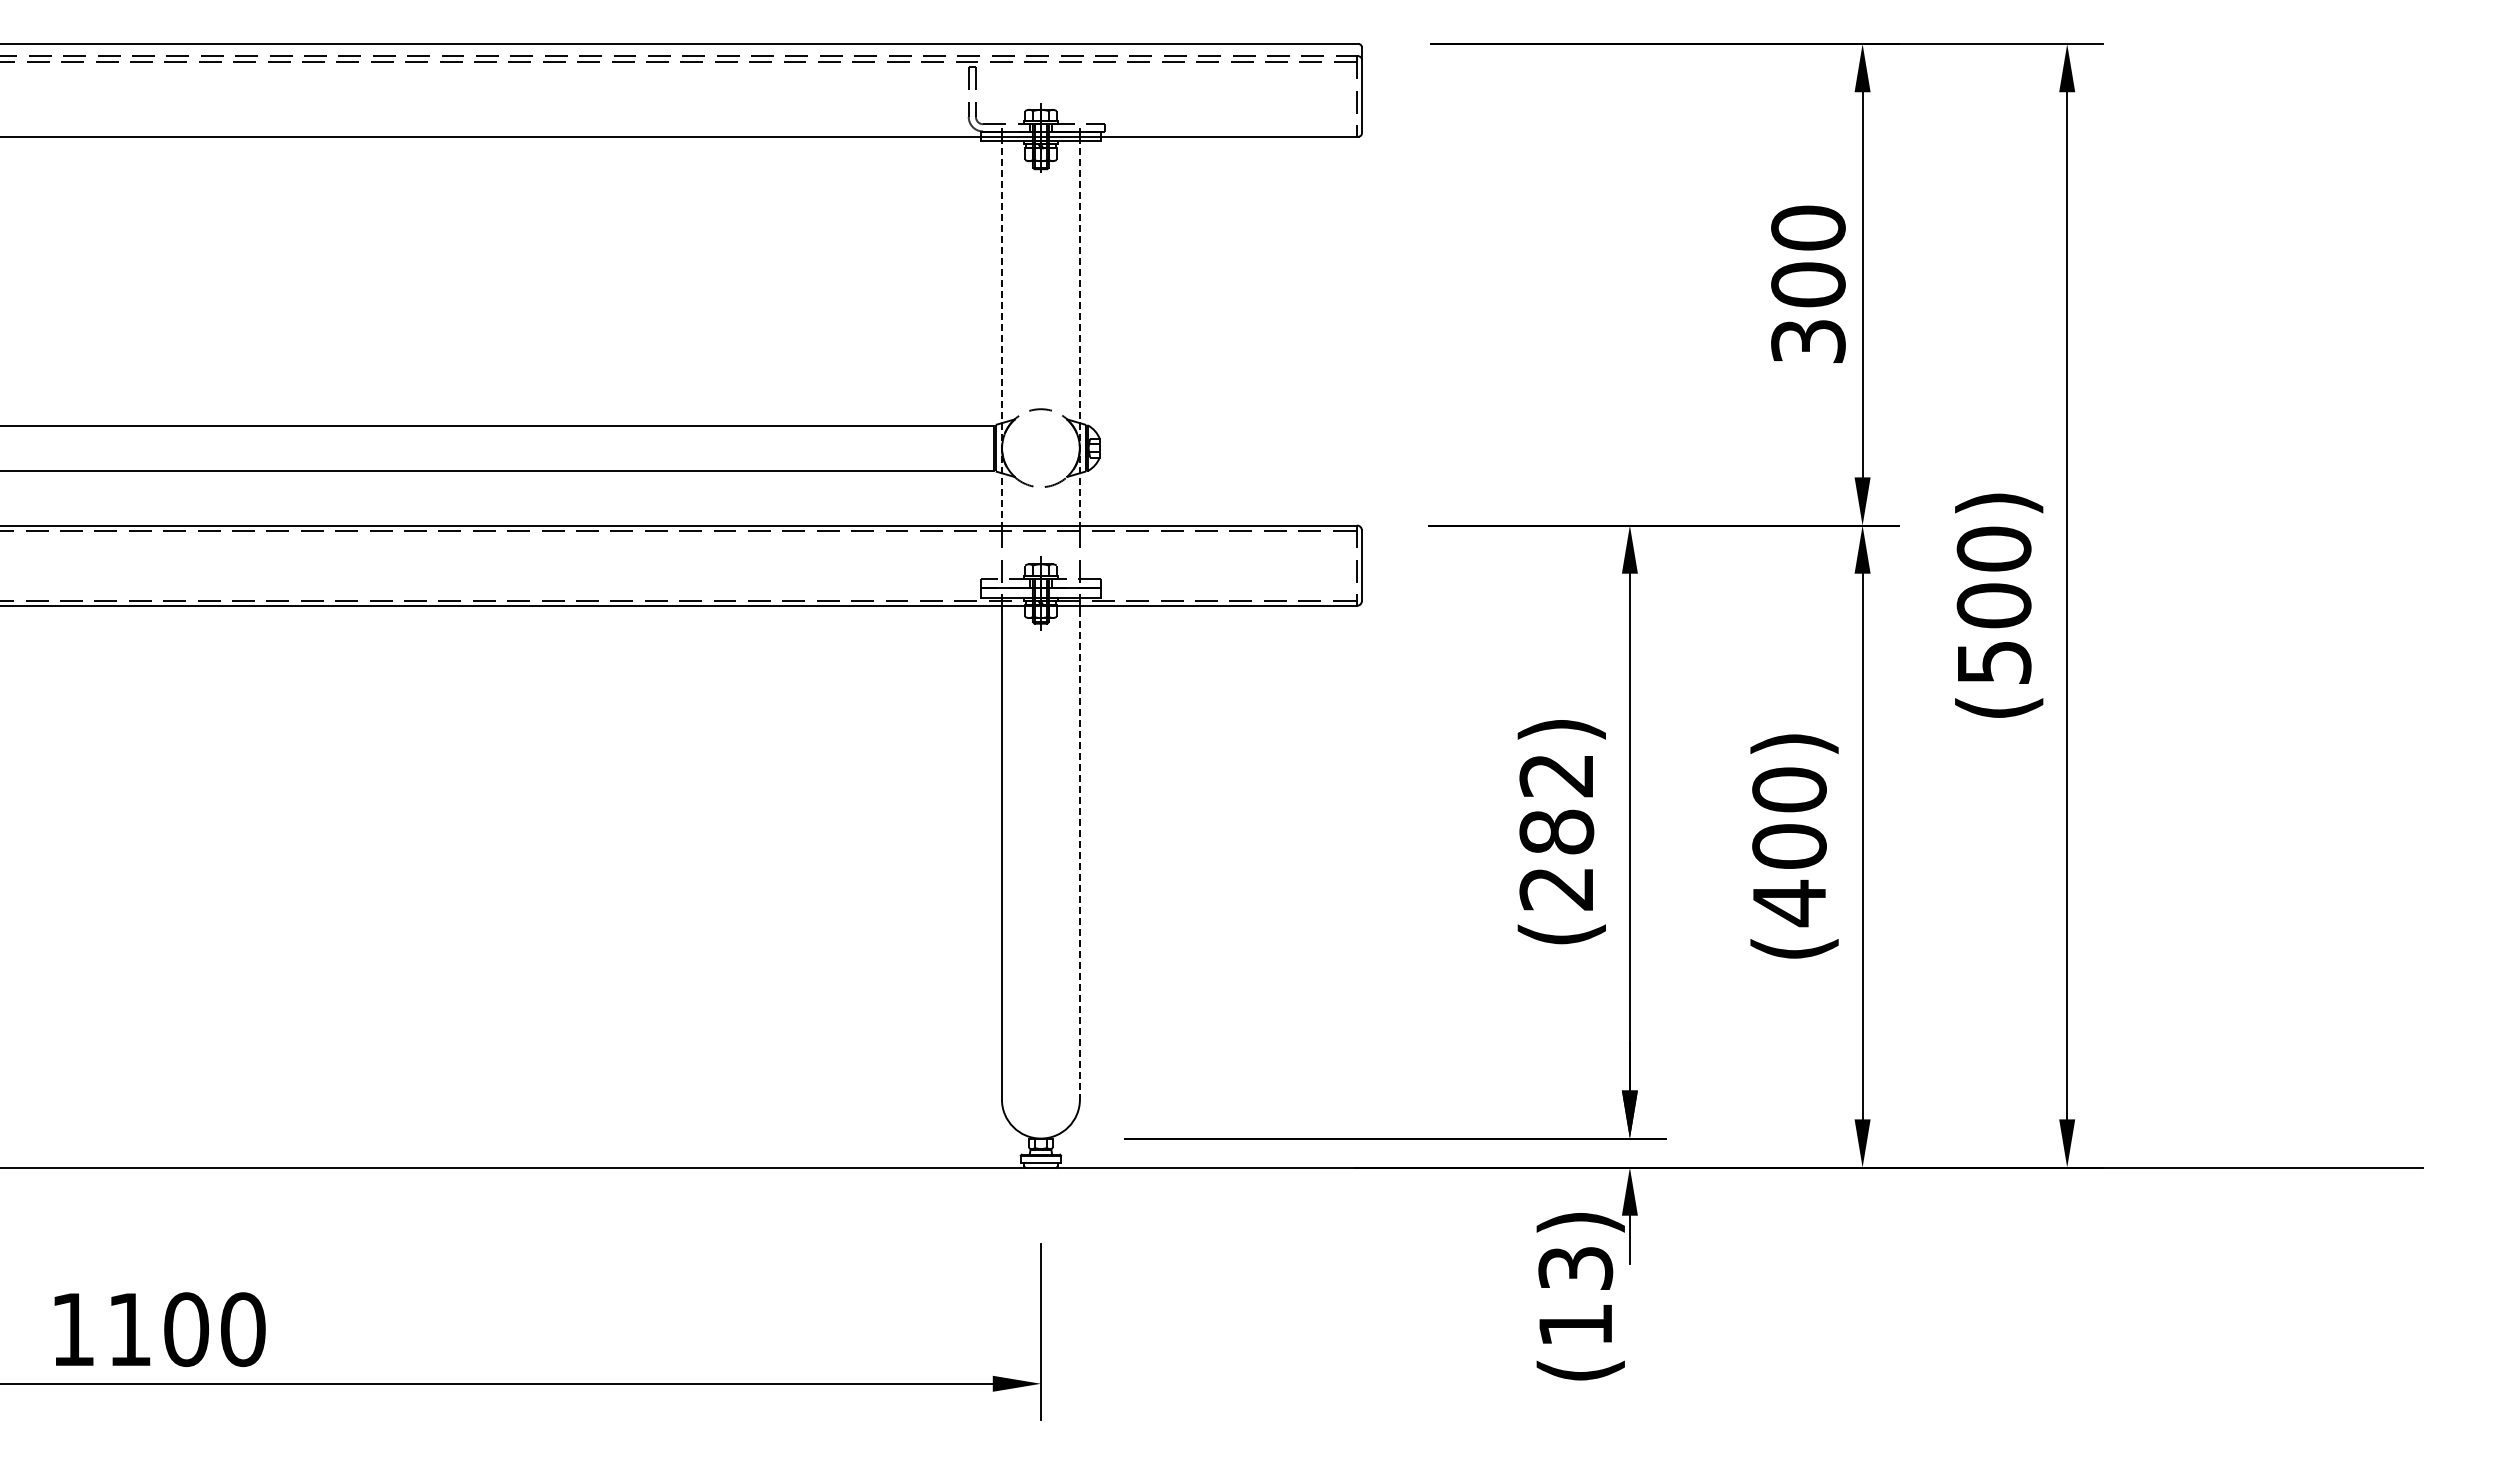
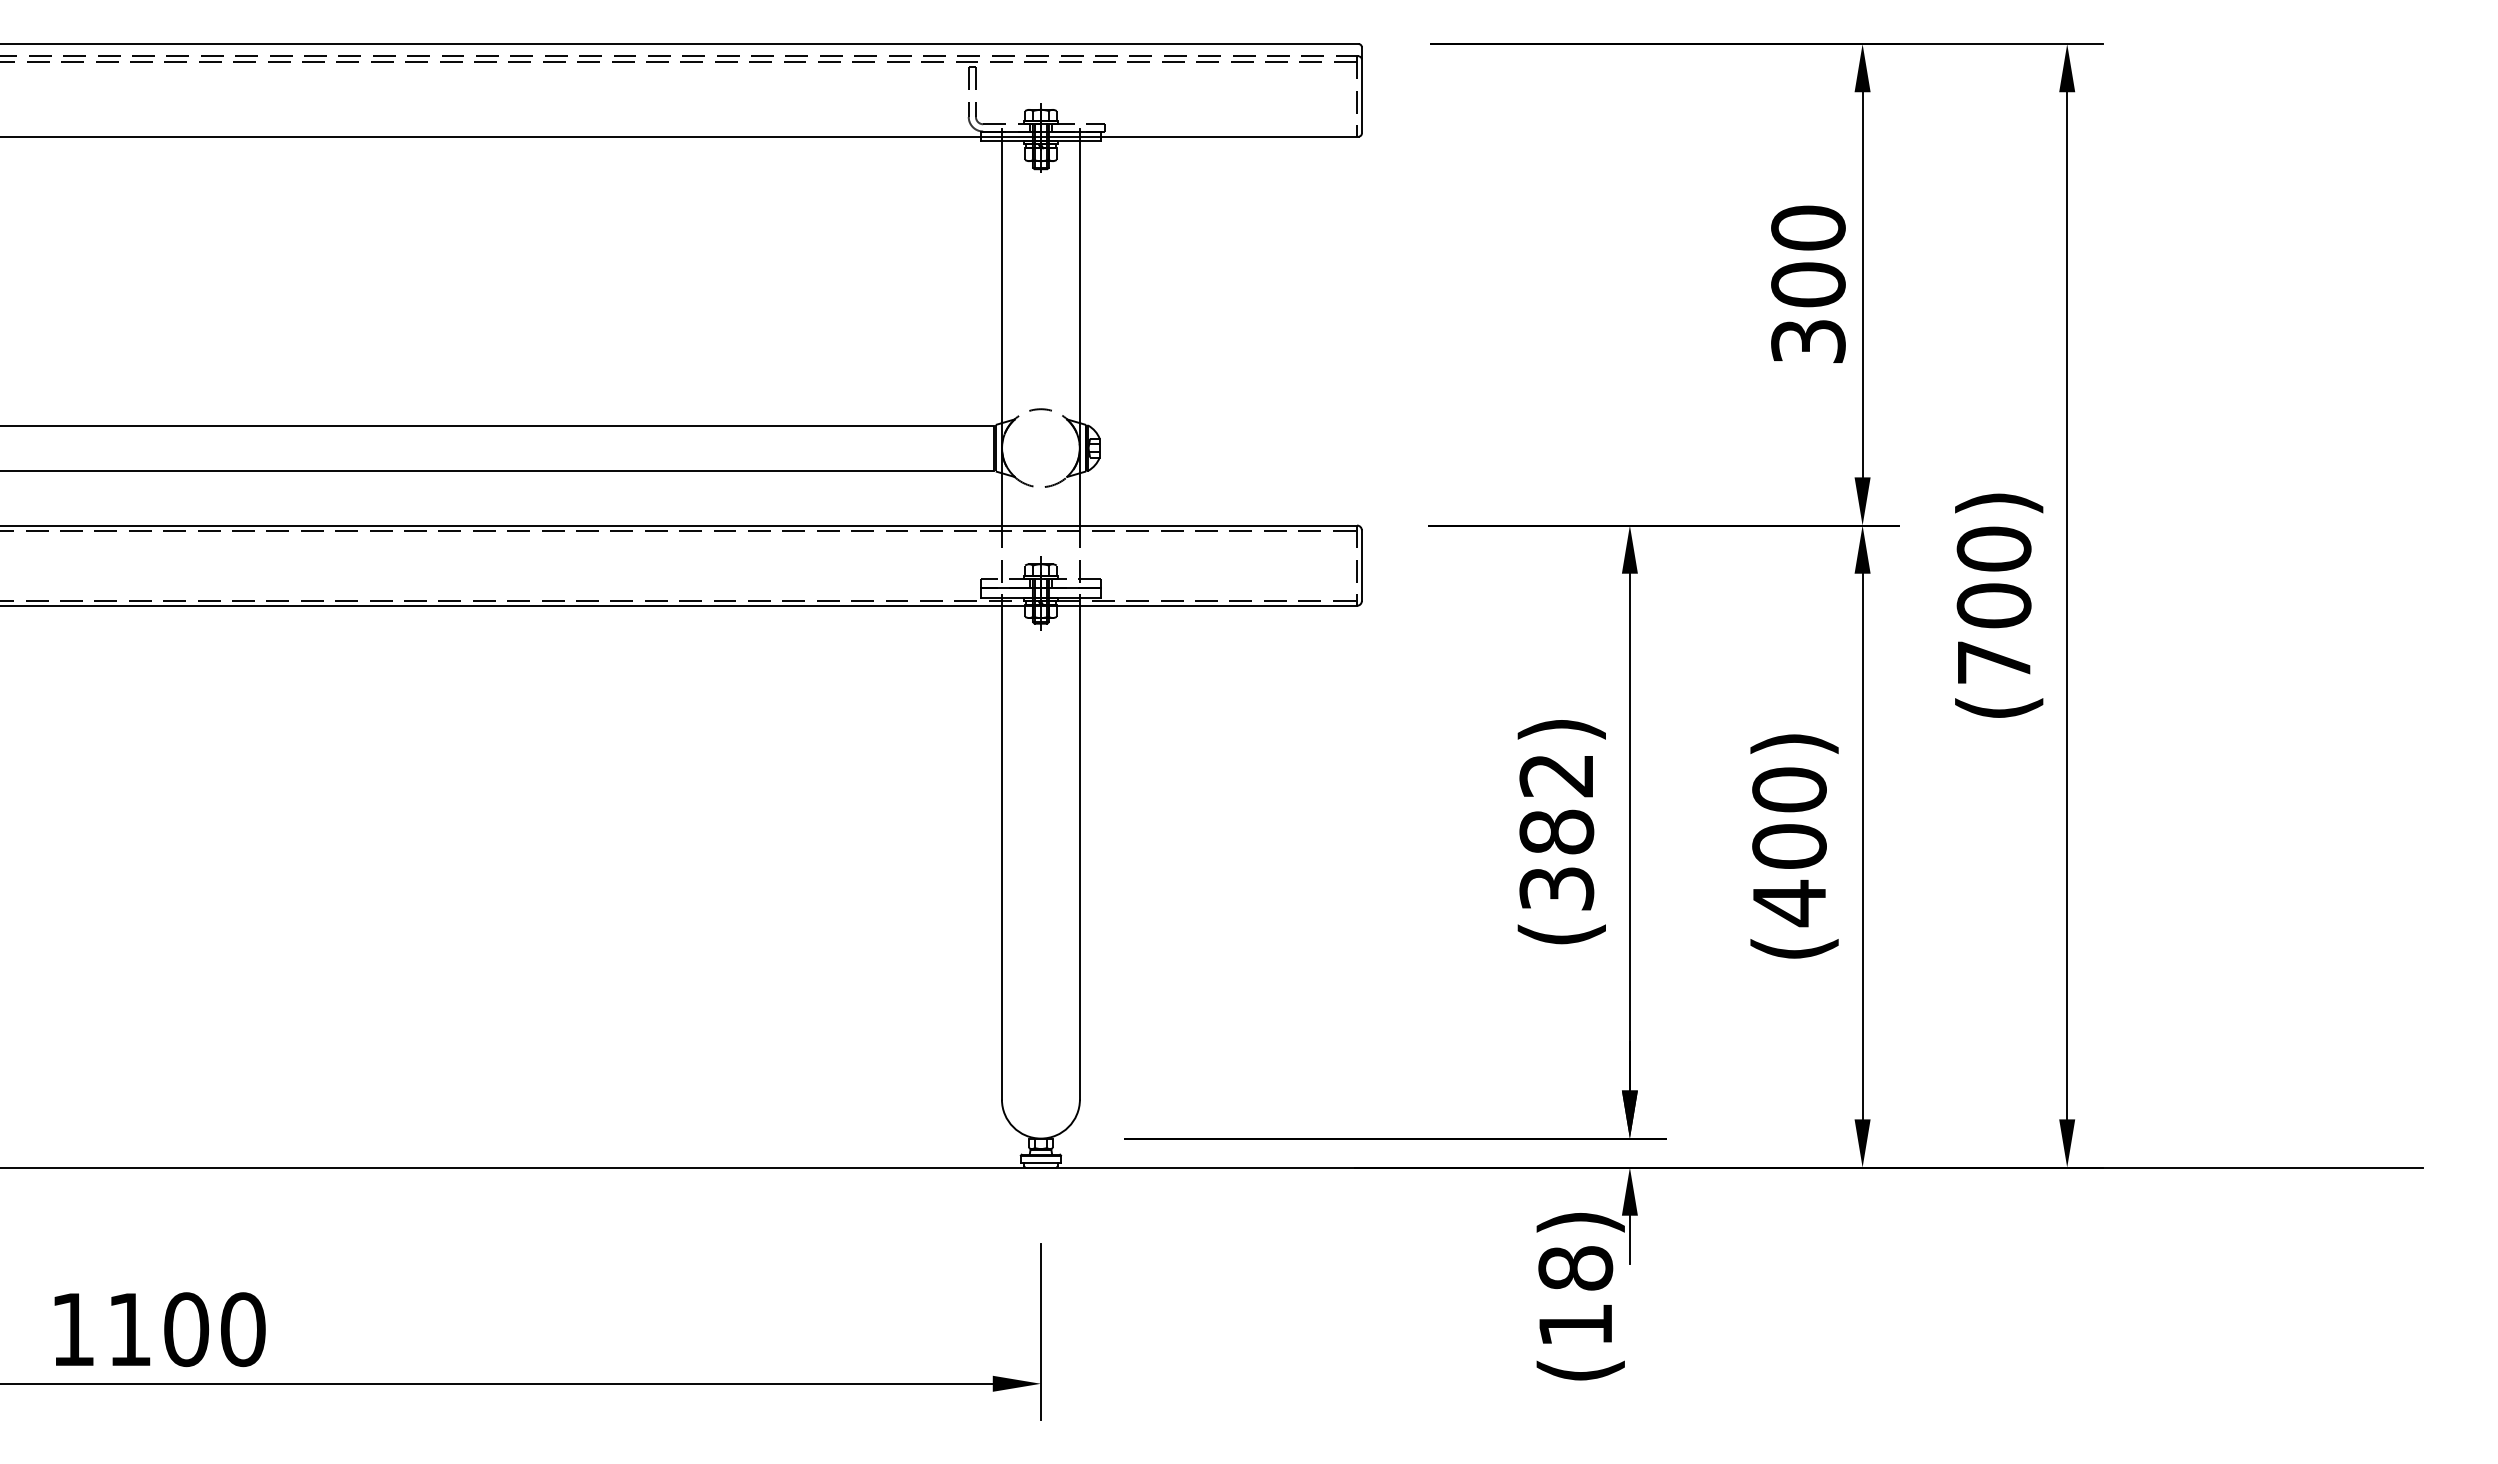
line at (1001, 331): dashed -> solid
line at (1079, 331): dashed -> solid
text at (1994, 662): (500) -> (700)
line at (1079, 854): dashed -> solid
text at (1556, 888): (282) -> (382)
text at (1575, 1268): (13) -> (18)
